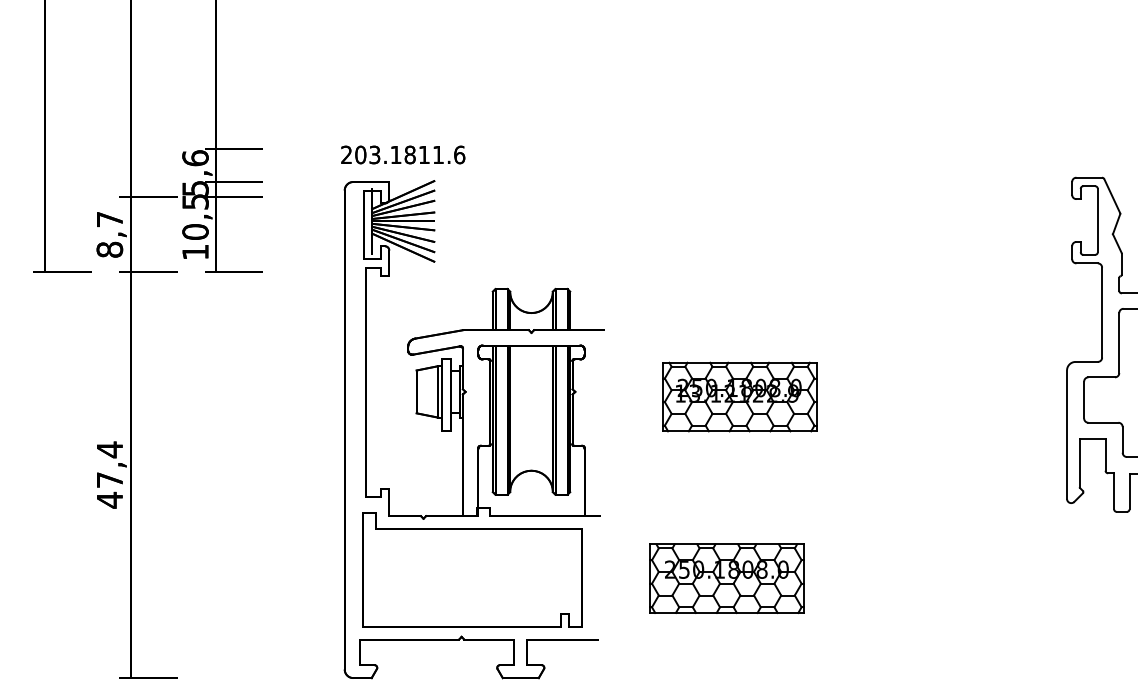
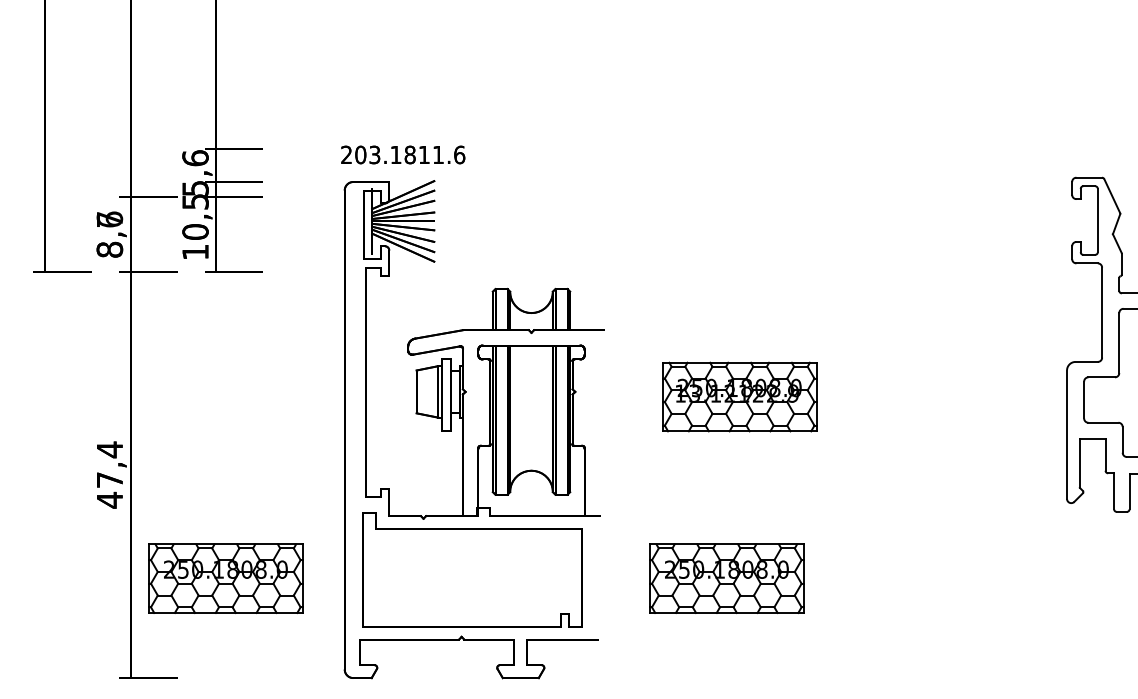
text at (109, 219): 8,7 -> 8,6
part at (225, 578): none -> present
